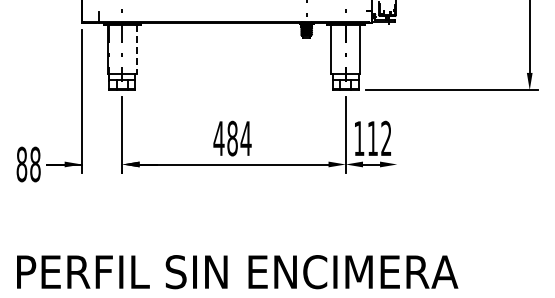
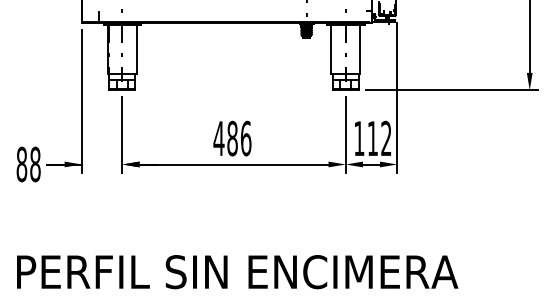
line at (136, 50): dashed -> solid
line at (397, 98): none -> present
text at (245, 138): 484 -> 486
